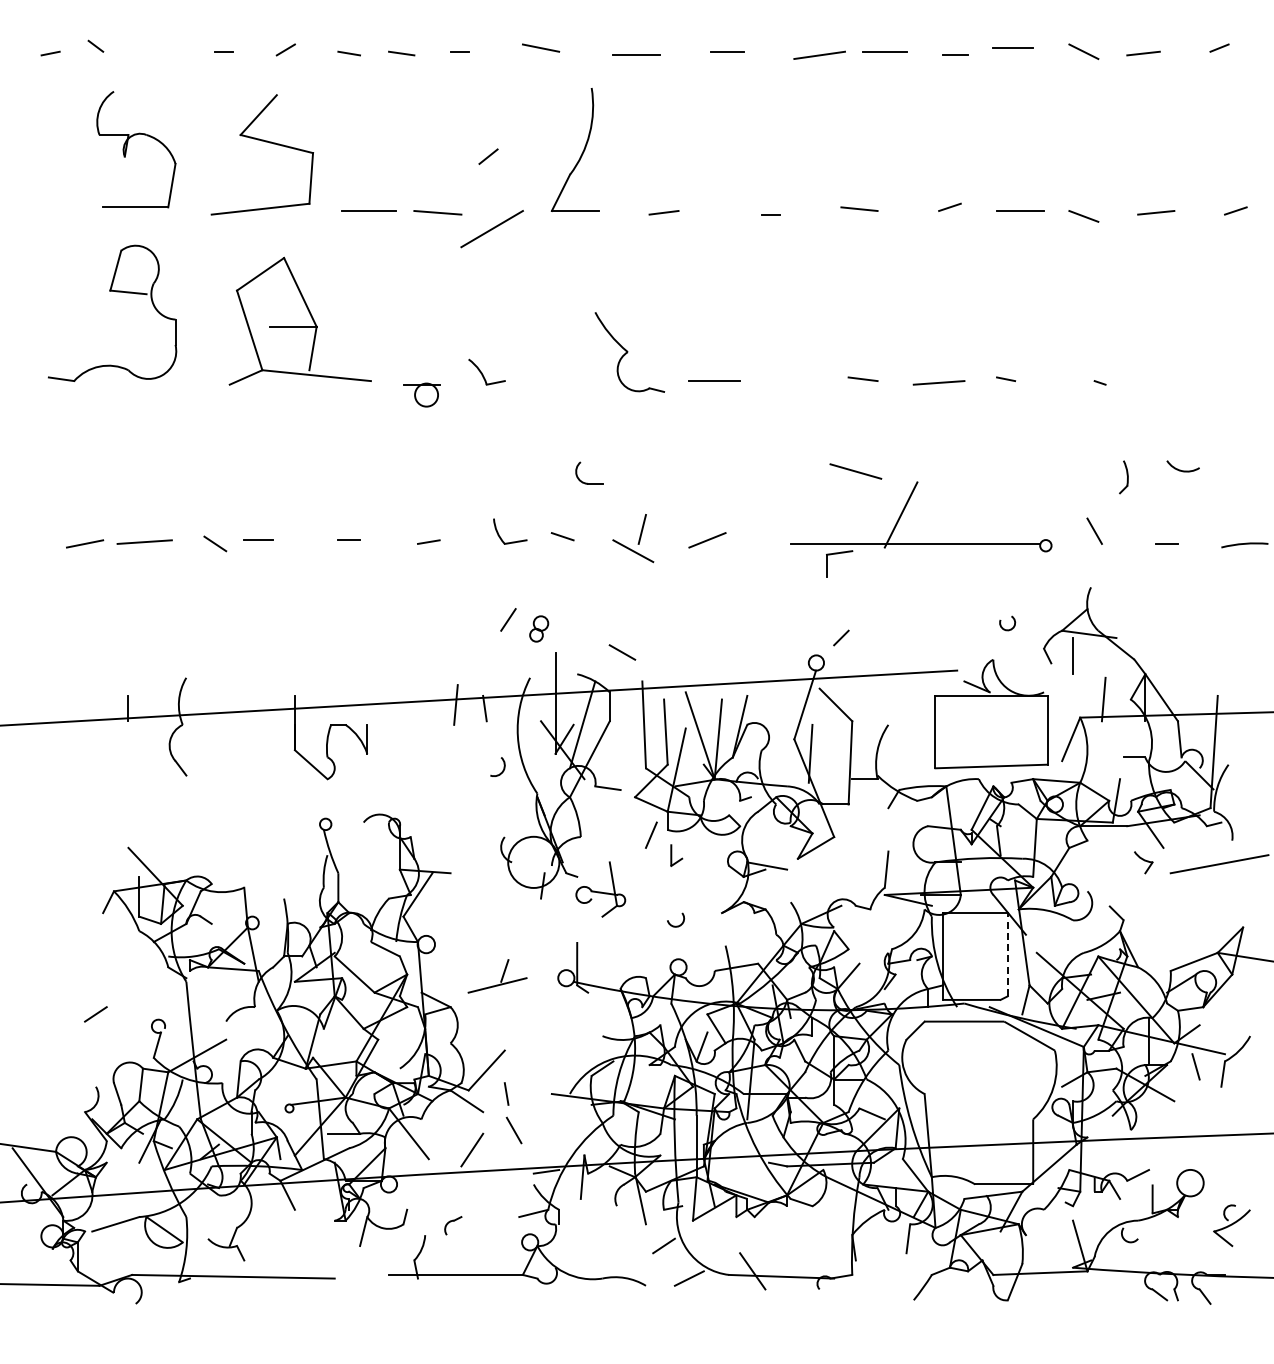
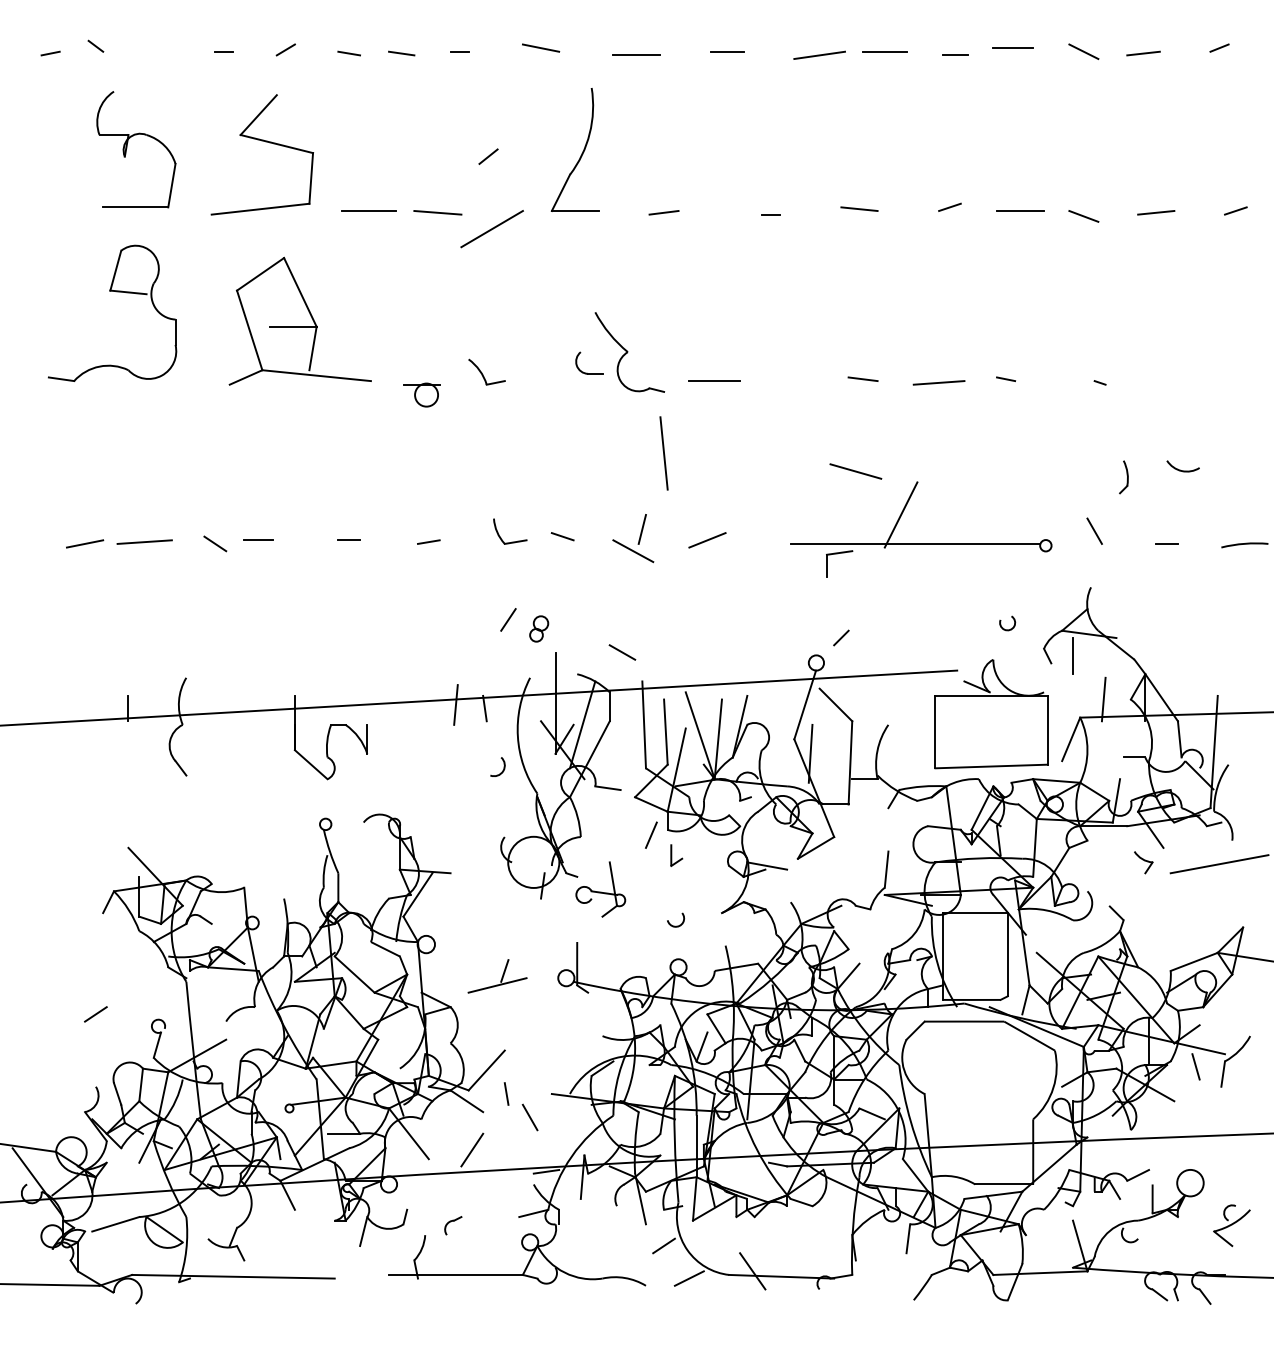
line at (663, 453): none -> present
part at (587, 482) position: (587, 482) -> (587, 372)
line at (1007, 954): dashed -> solid
line at (513, 1130) position: (513, 1130) -> (529, 1117)
